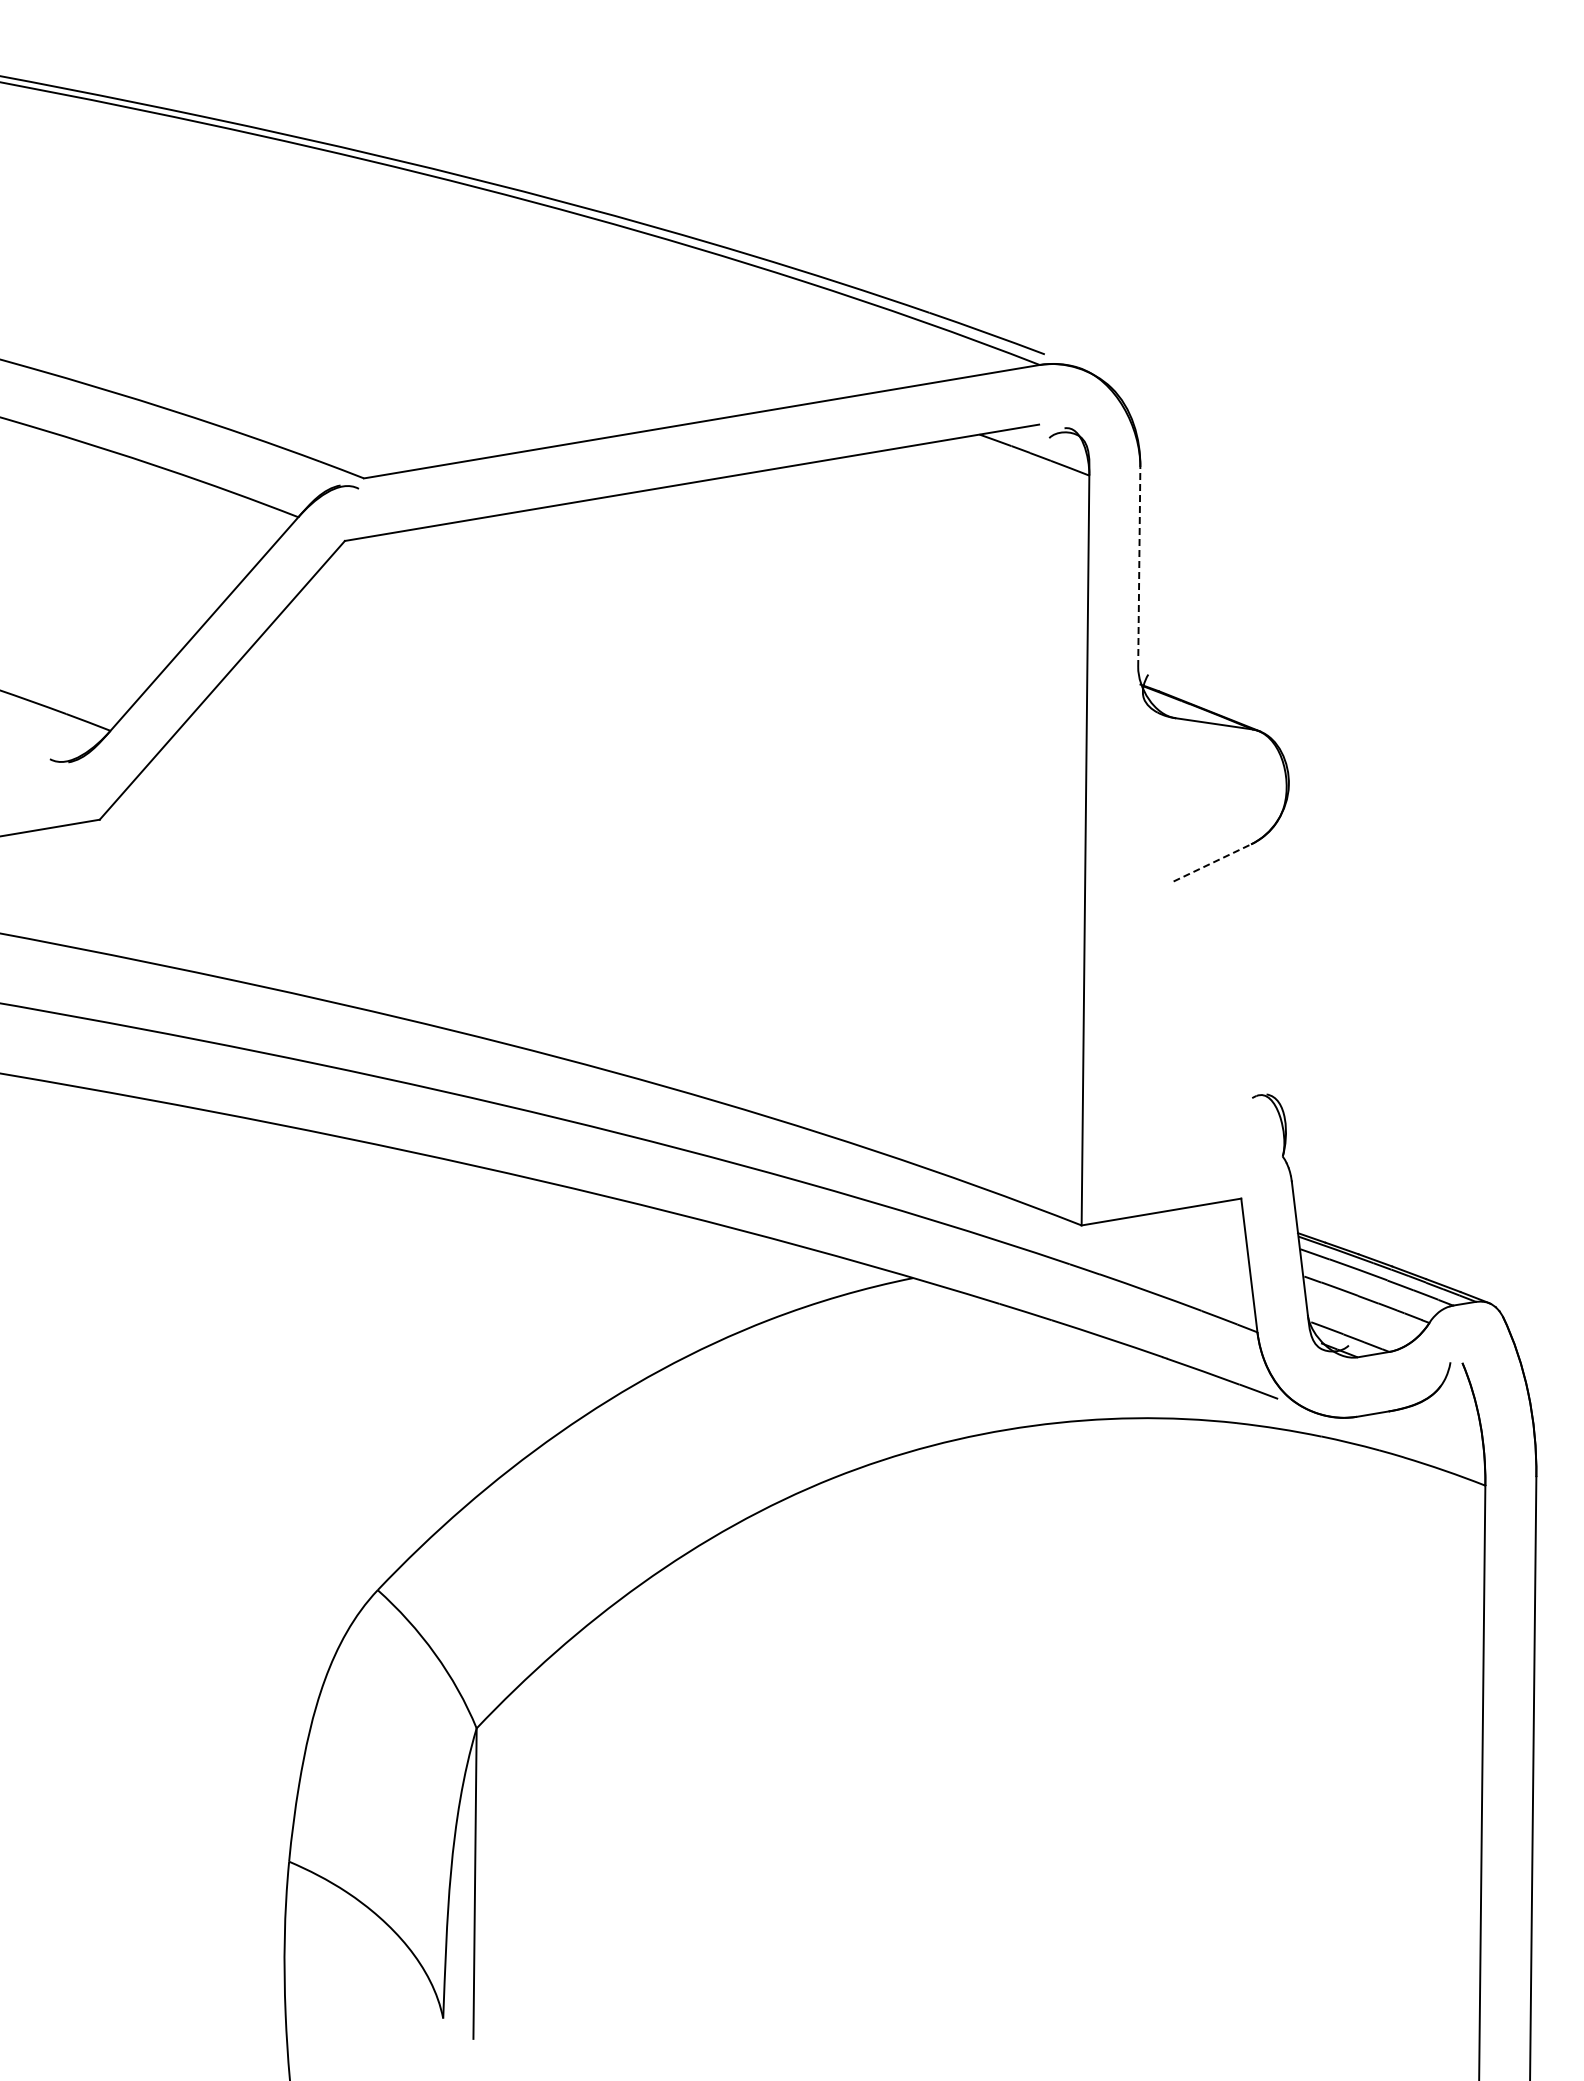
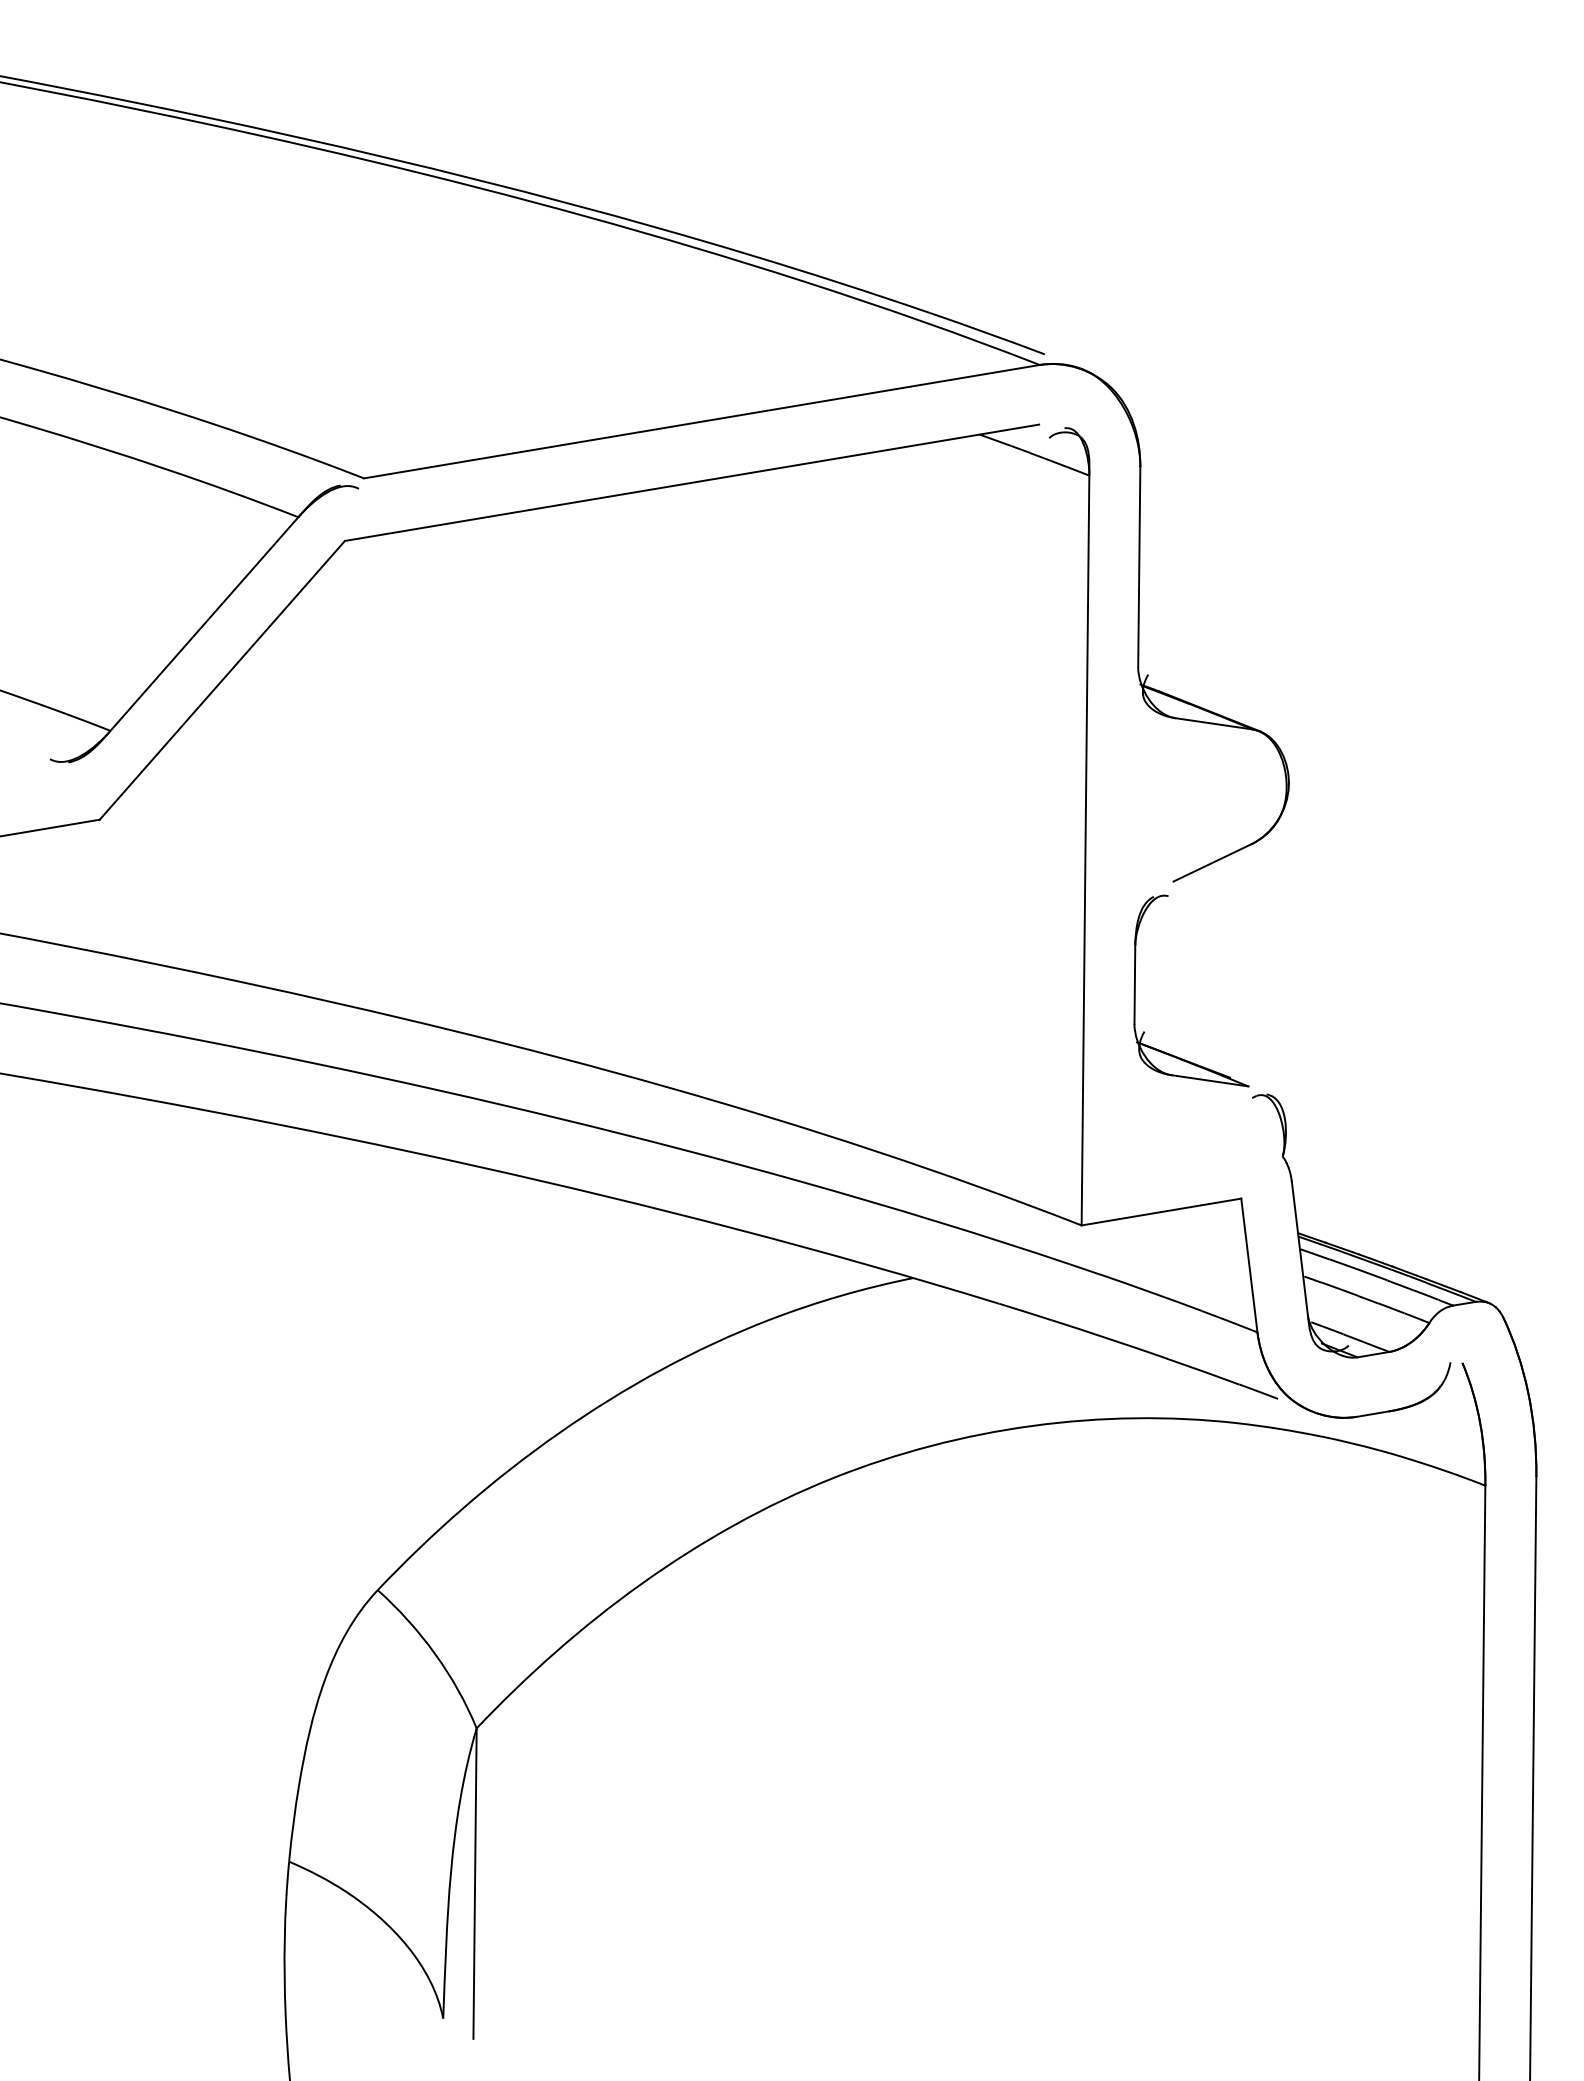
line at (1139, 566): dashed -> solid
line at (1212, 862): dashed -> solid
part at (1135, 990): none -> present
